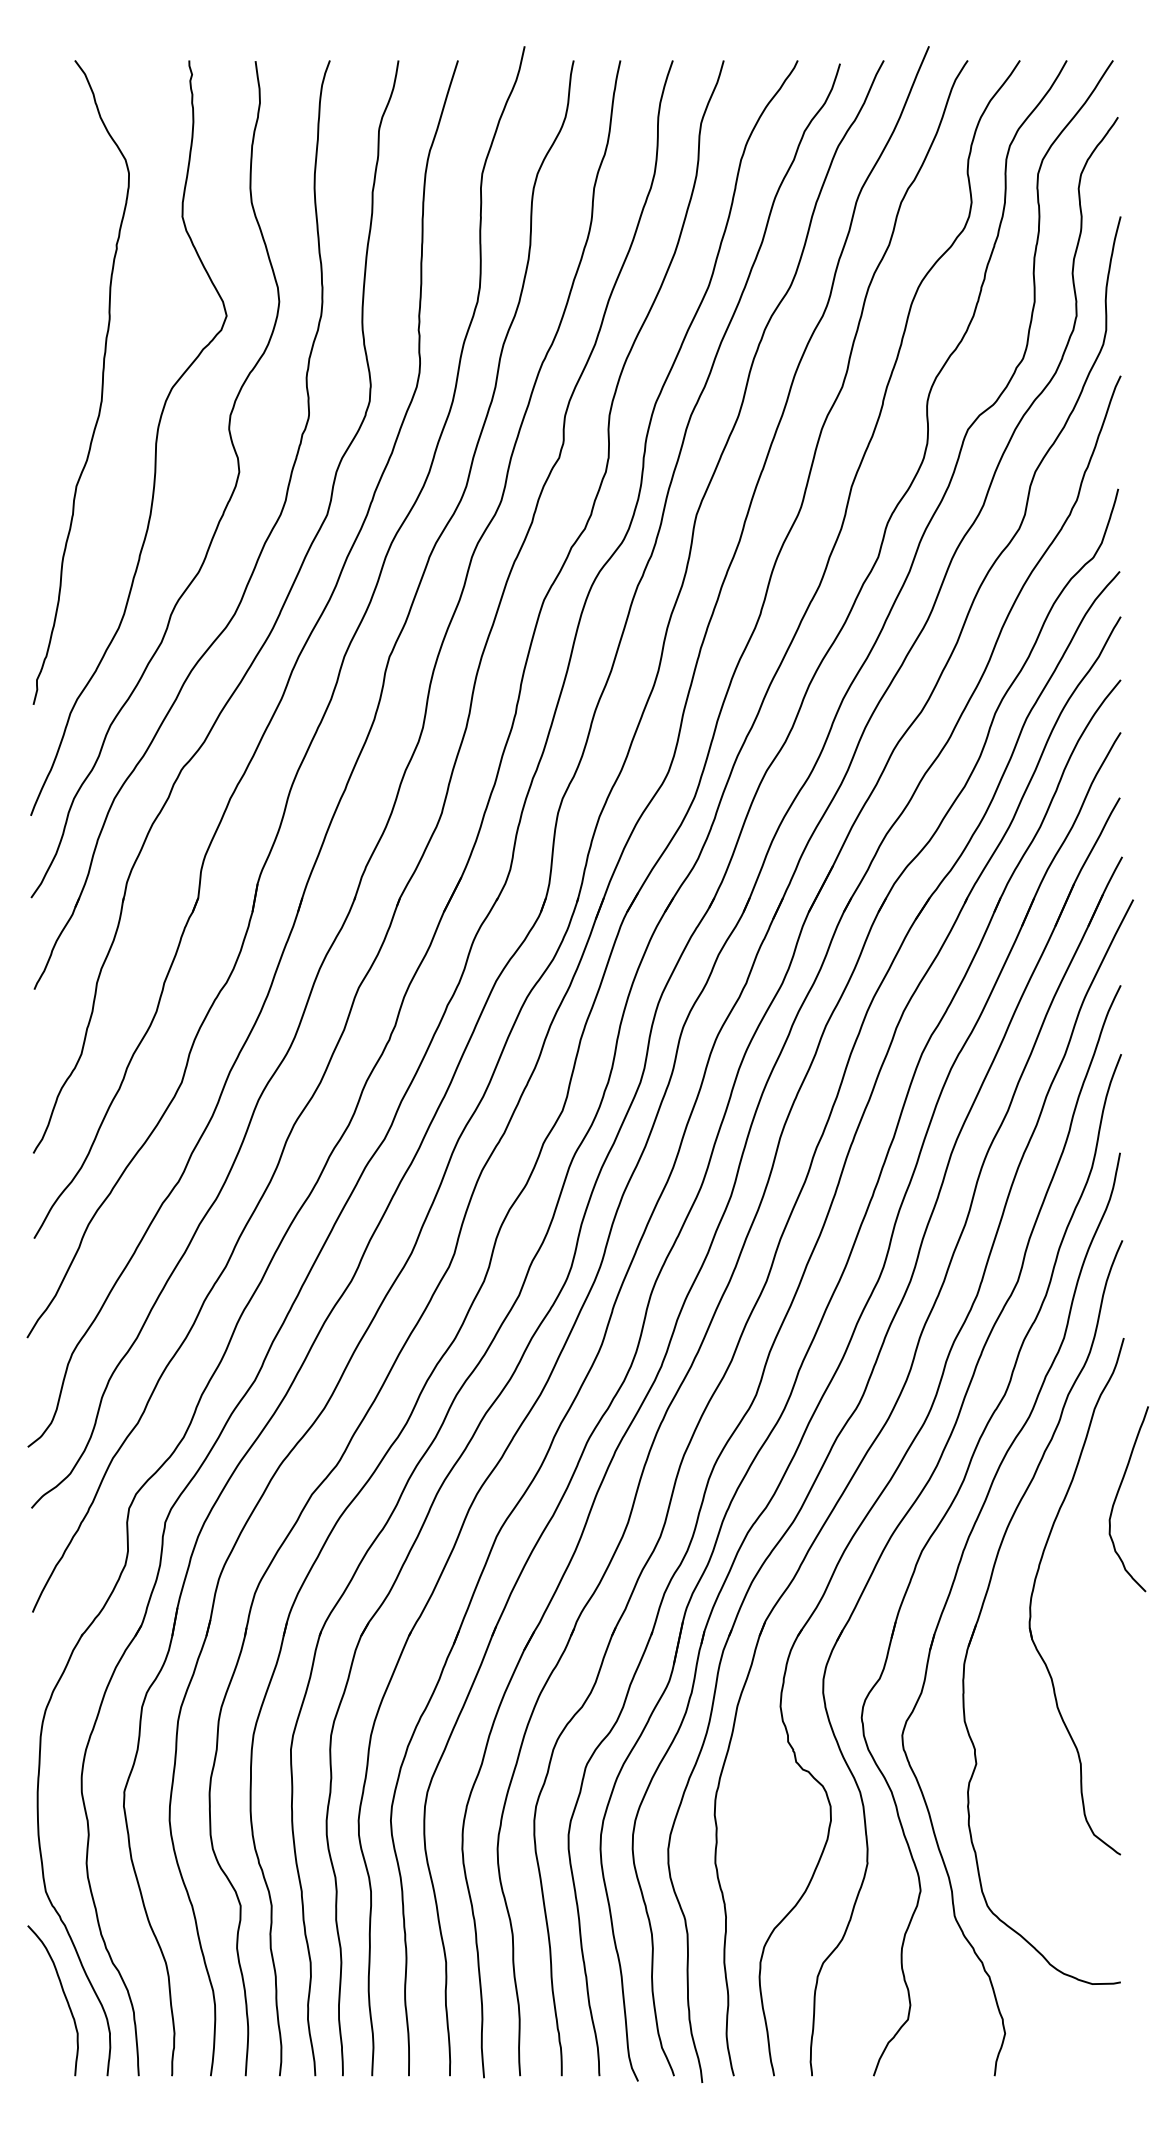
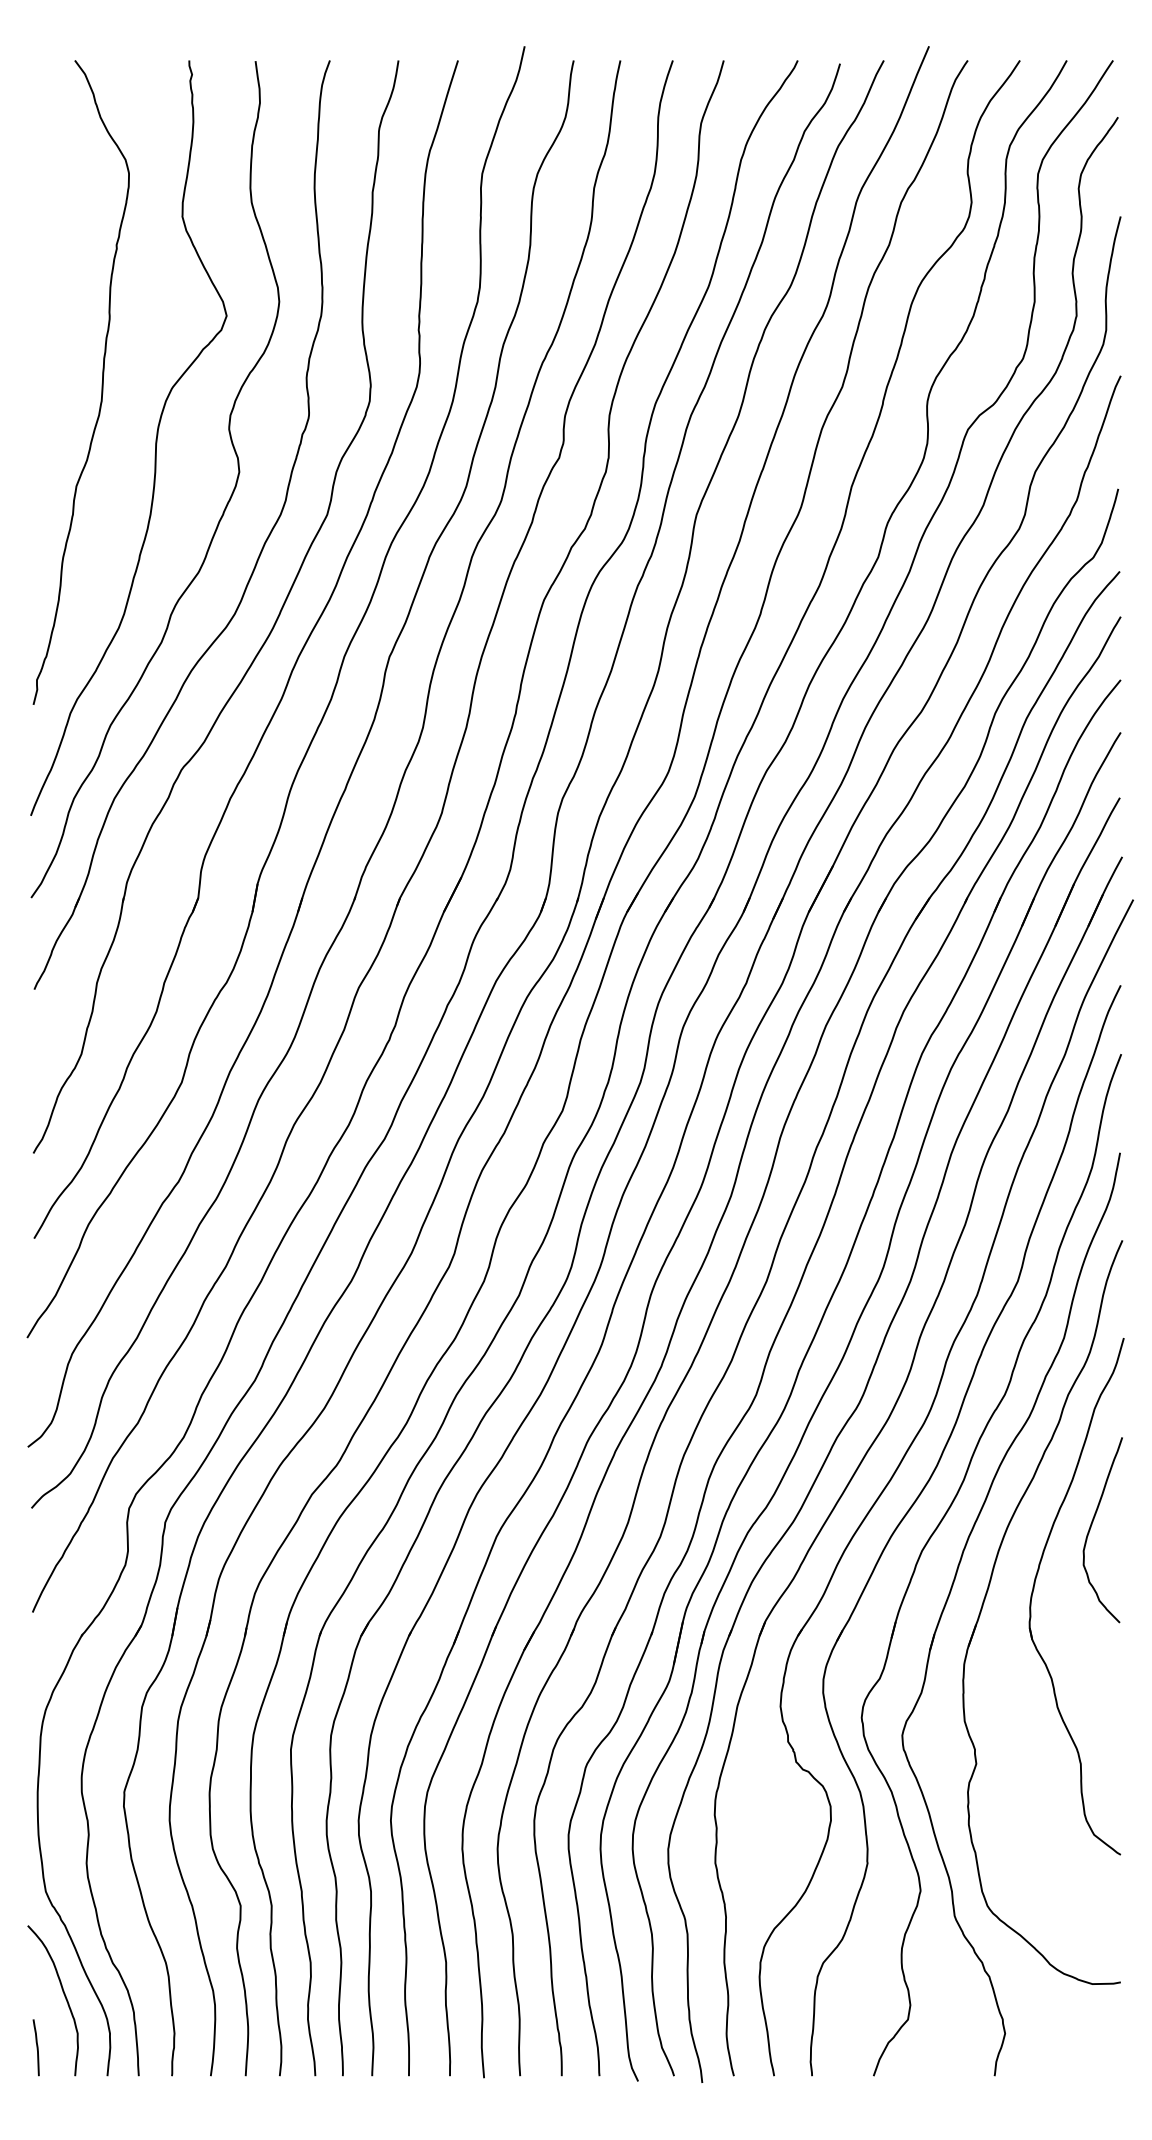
curve at (1117, 1496) position: (1117, 1496) -> (1091, 1527)
curve at (36, 2047): none -> present
